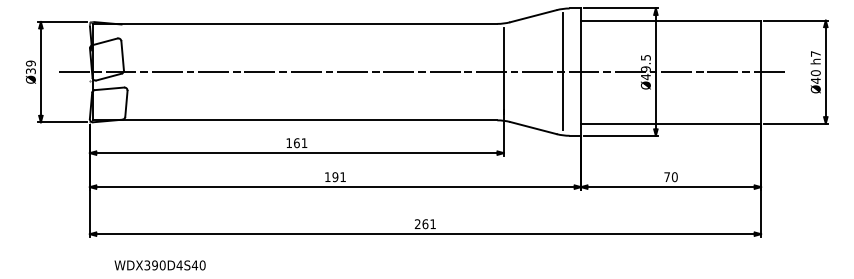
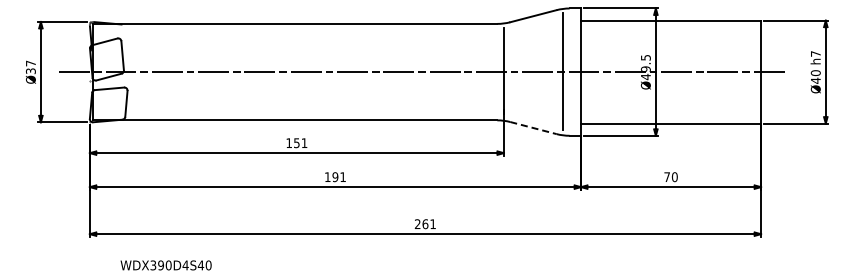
text at (30, 63): Ø39 -> Ø37
line at (533, 128): solid -> dashed
text at (296, 143): 161 -> 151
text at (159, 265) position: (159, 265) -> (165, 265)
